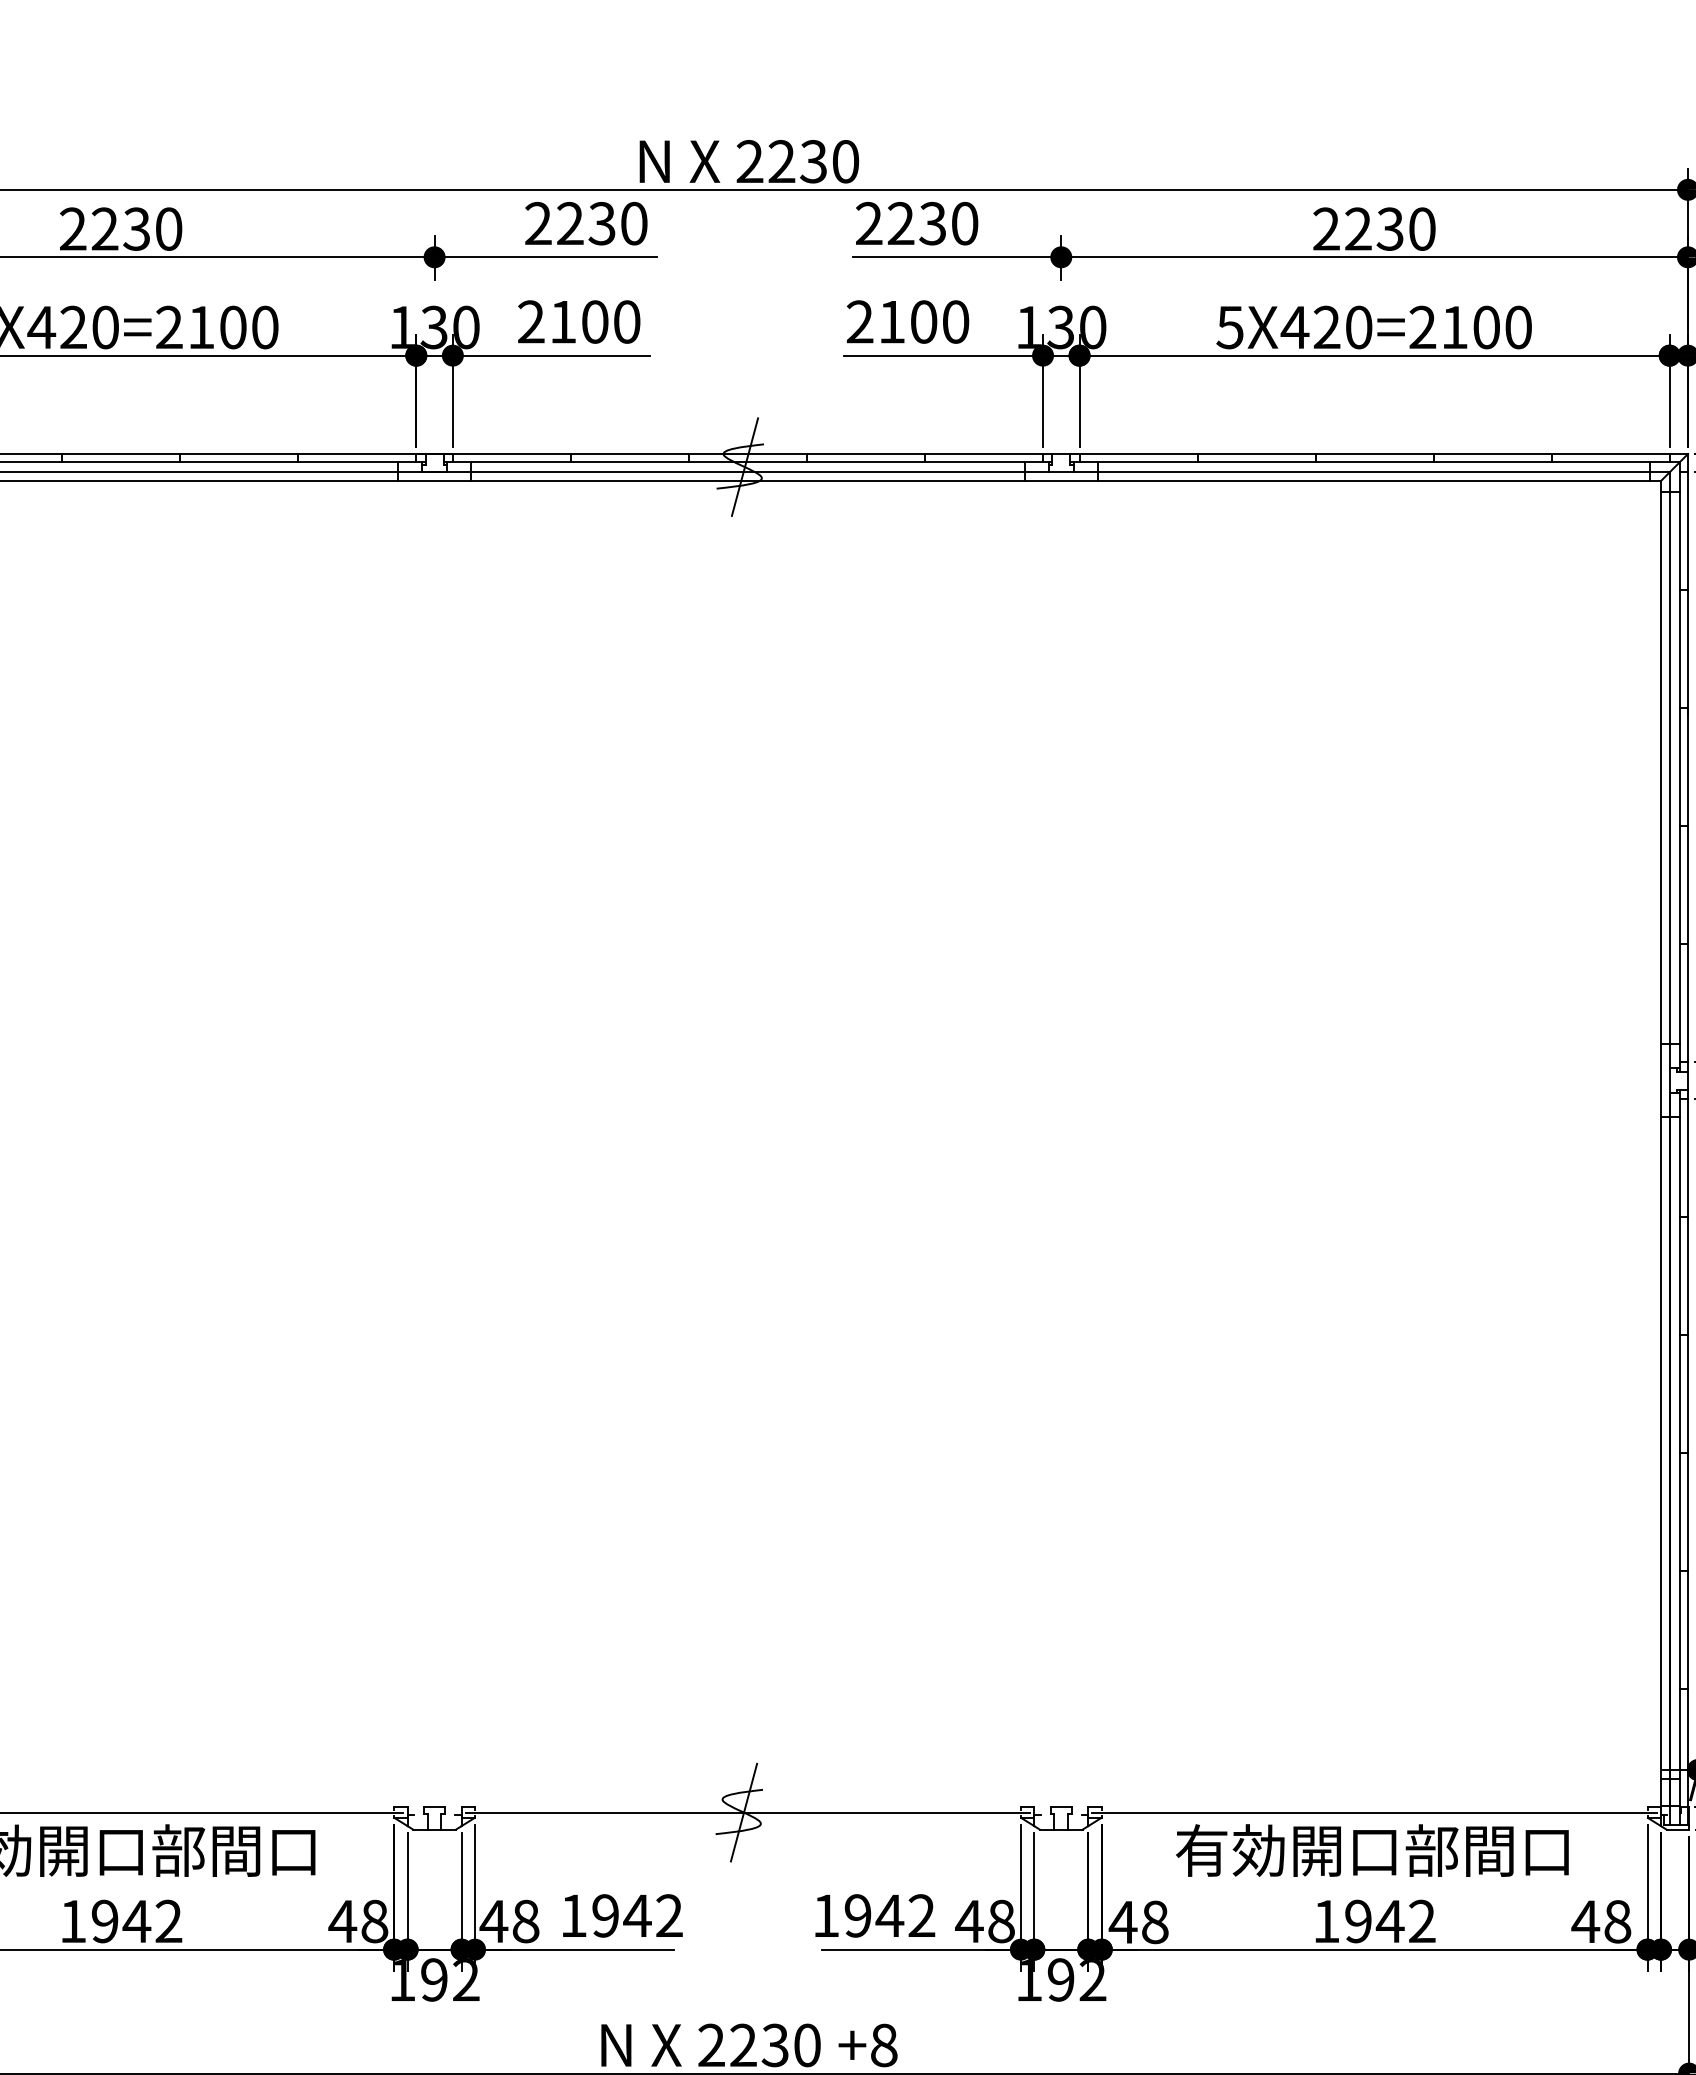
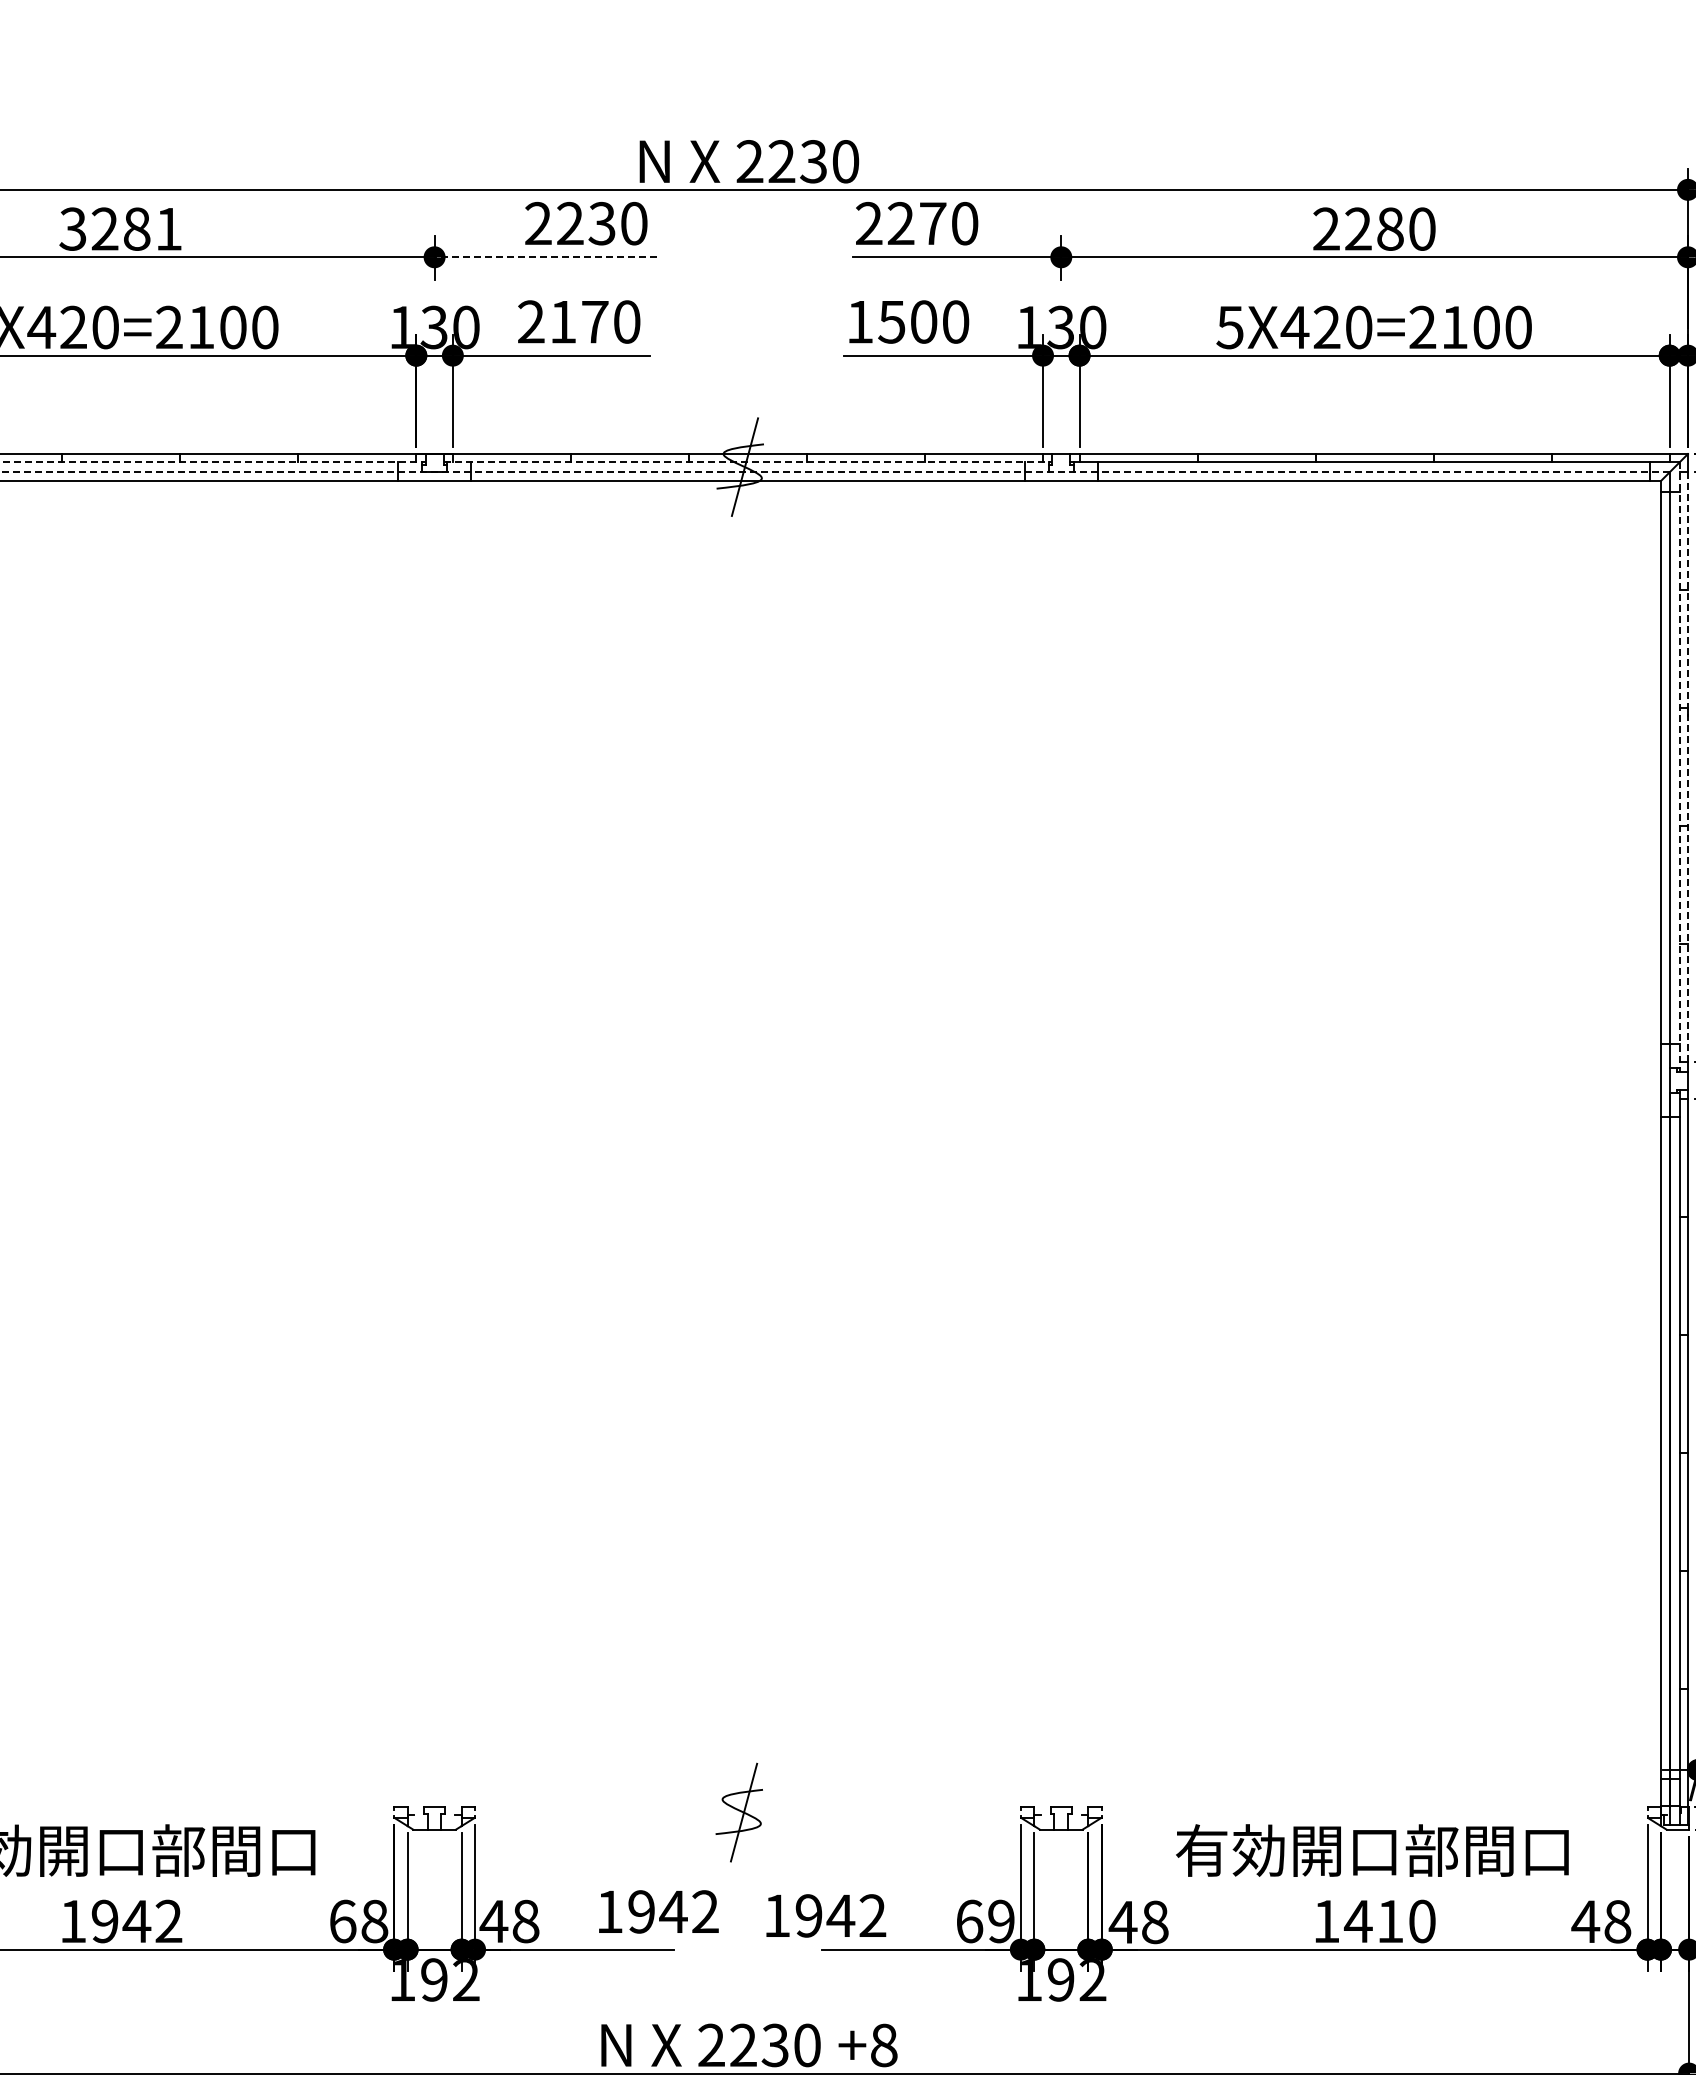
text at (932, 223): 2230 -> 2270
text at (120, 228): 2230 -> 3281
text at (1389, 228): 2230 -> 2280
line at (545, 257): solid -> dashed
text at (595, 321): 2100 -> 2170
text at (875, 321): 2100 -> 1500
line at (212, 462): solid -> dashed
line at (748, 462): solid -> dashed
line at (834, 472): solid -> dashed
line at (1679, 767): solid -> dashed
line at (1687, 767): solid -> dashed
line at (202, 1812): present -> none
line at (747, 1812): present -> none
line at (1374, 1812): present -> none
text at (622, 1915) position: (622, 1915) -> (658, 1911)
text at (875, 1915) position: (875, 1915) -> (826, 1915)
text at (342, 1921): 48 -> 68
text at (984, 1921): 48 -> 69
text at (1389, 1921): 1942 -> 1410
